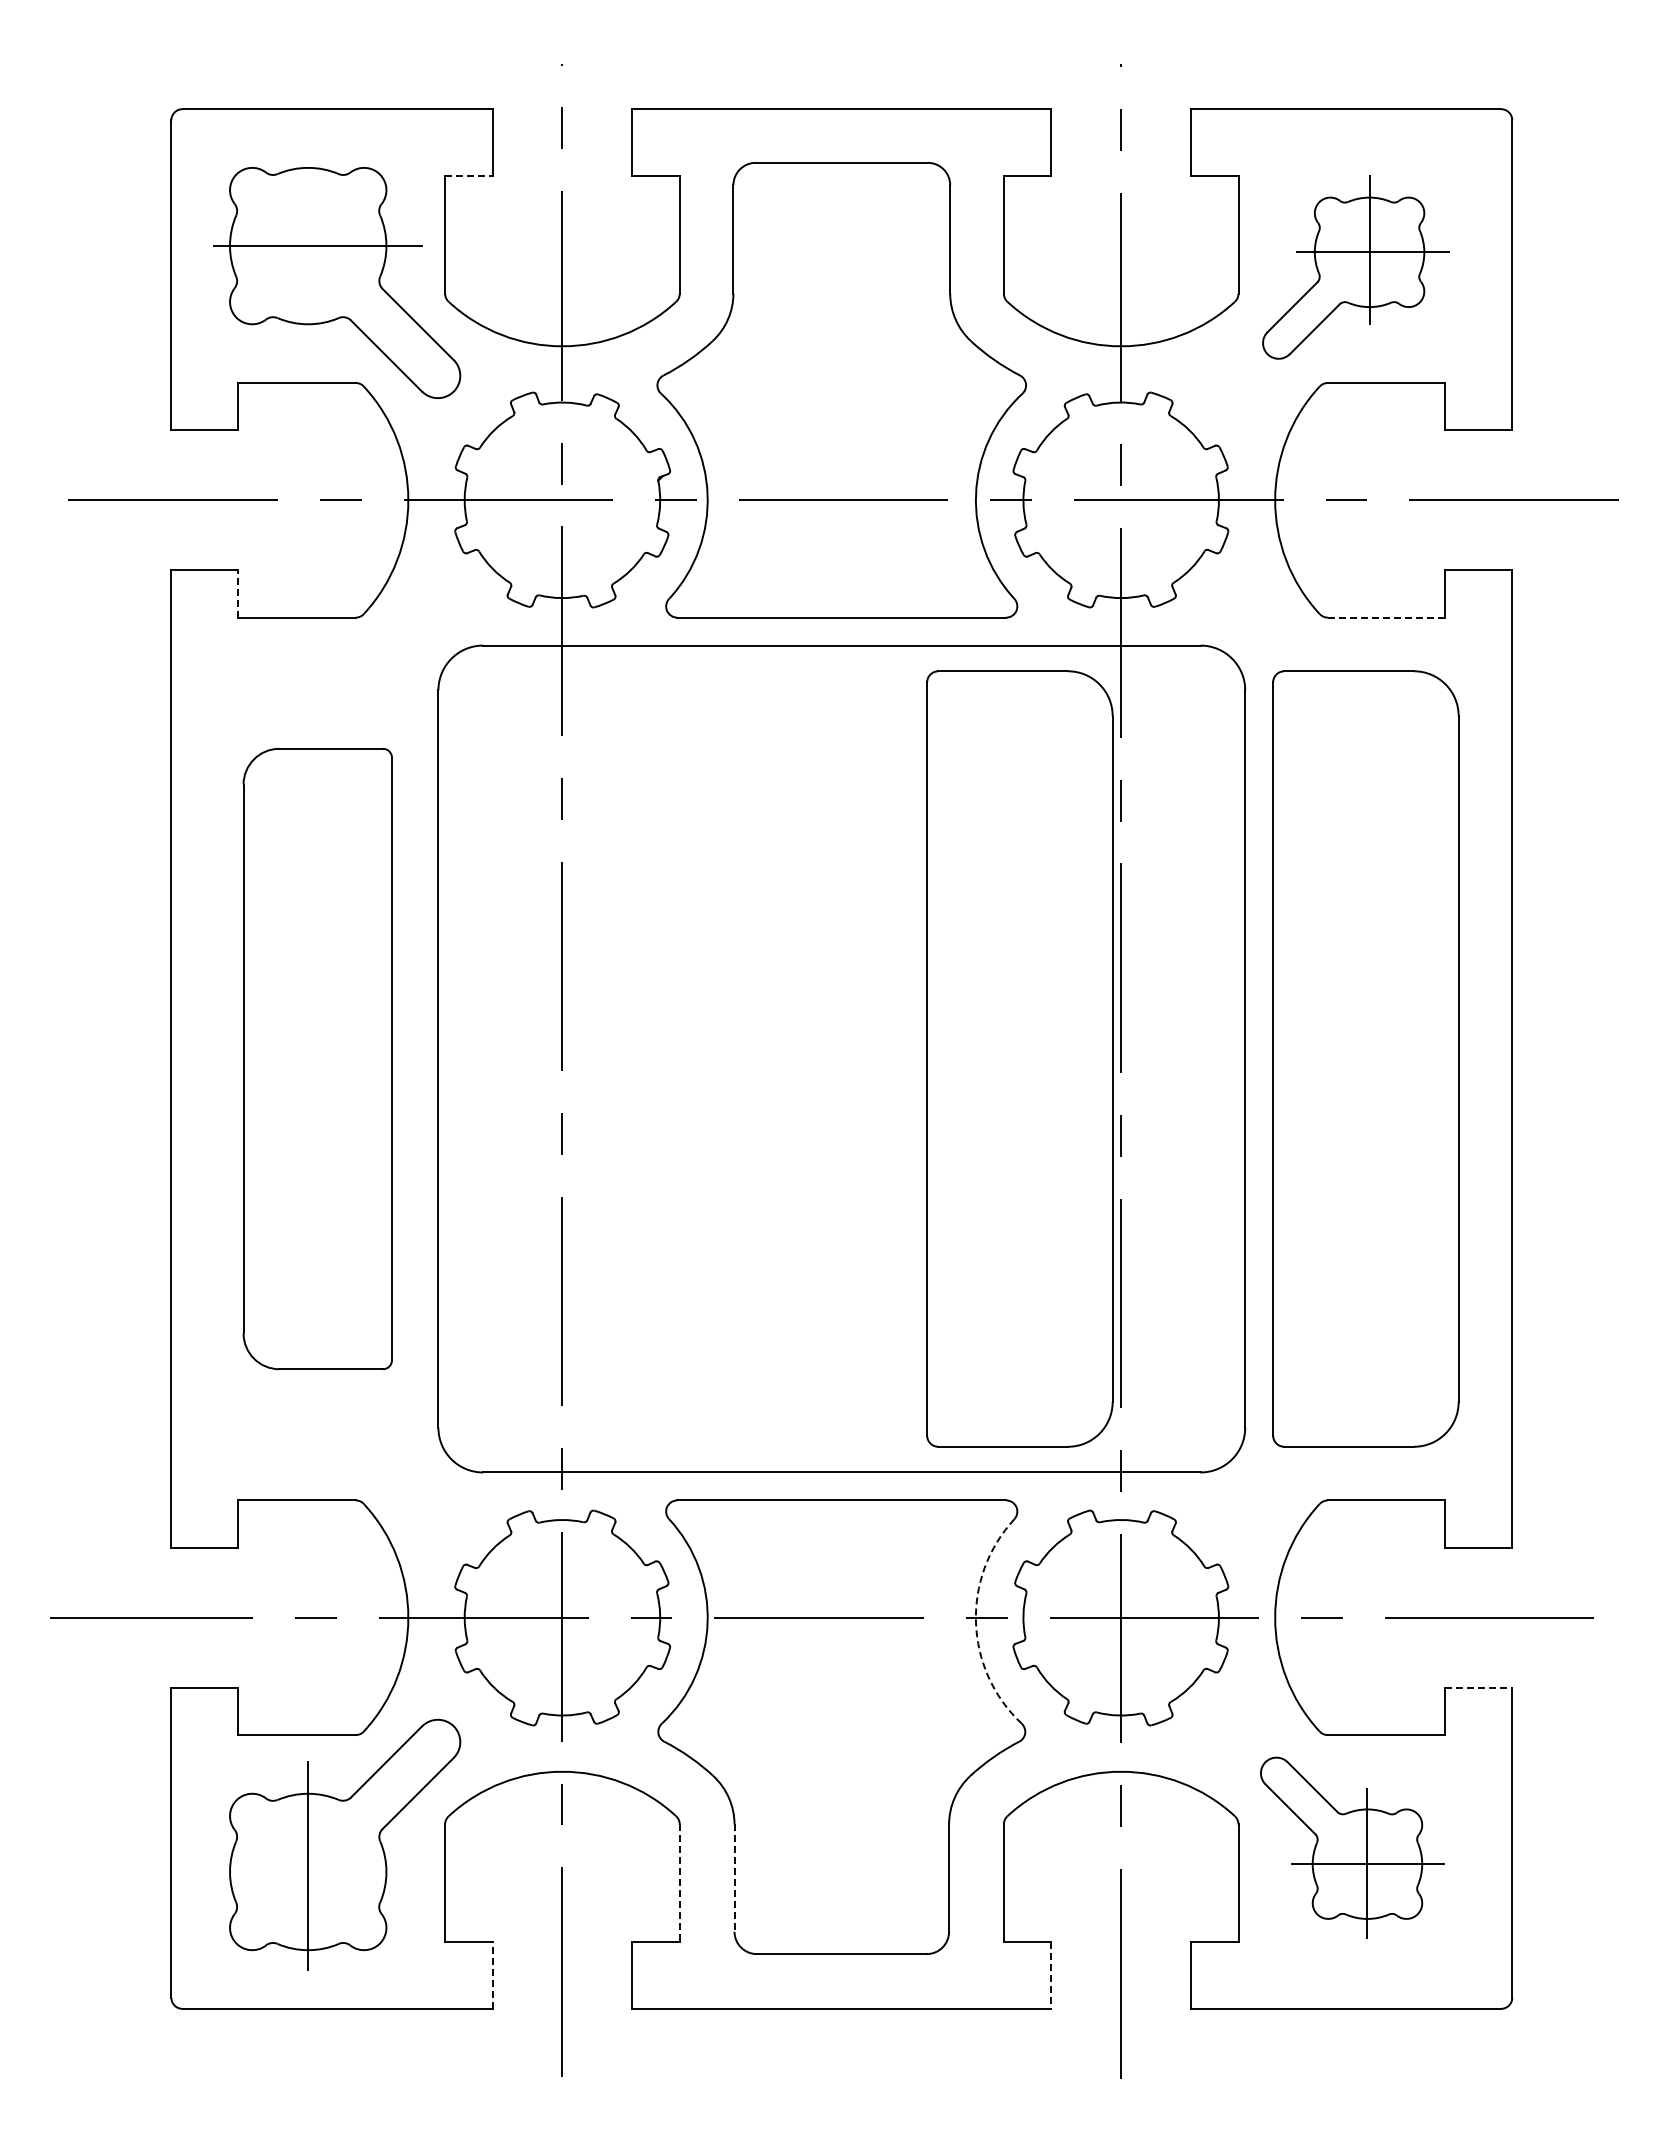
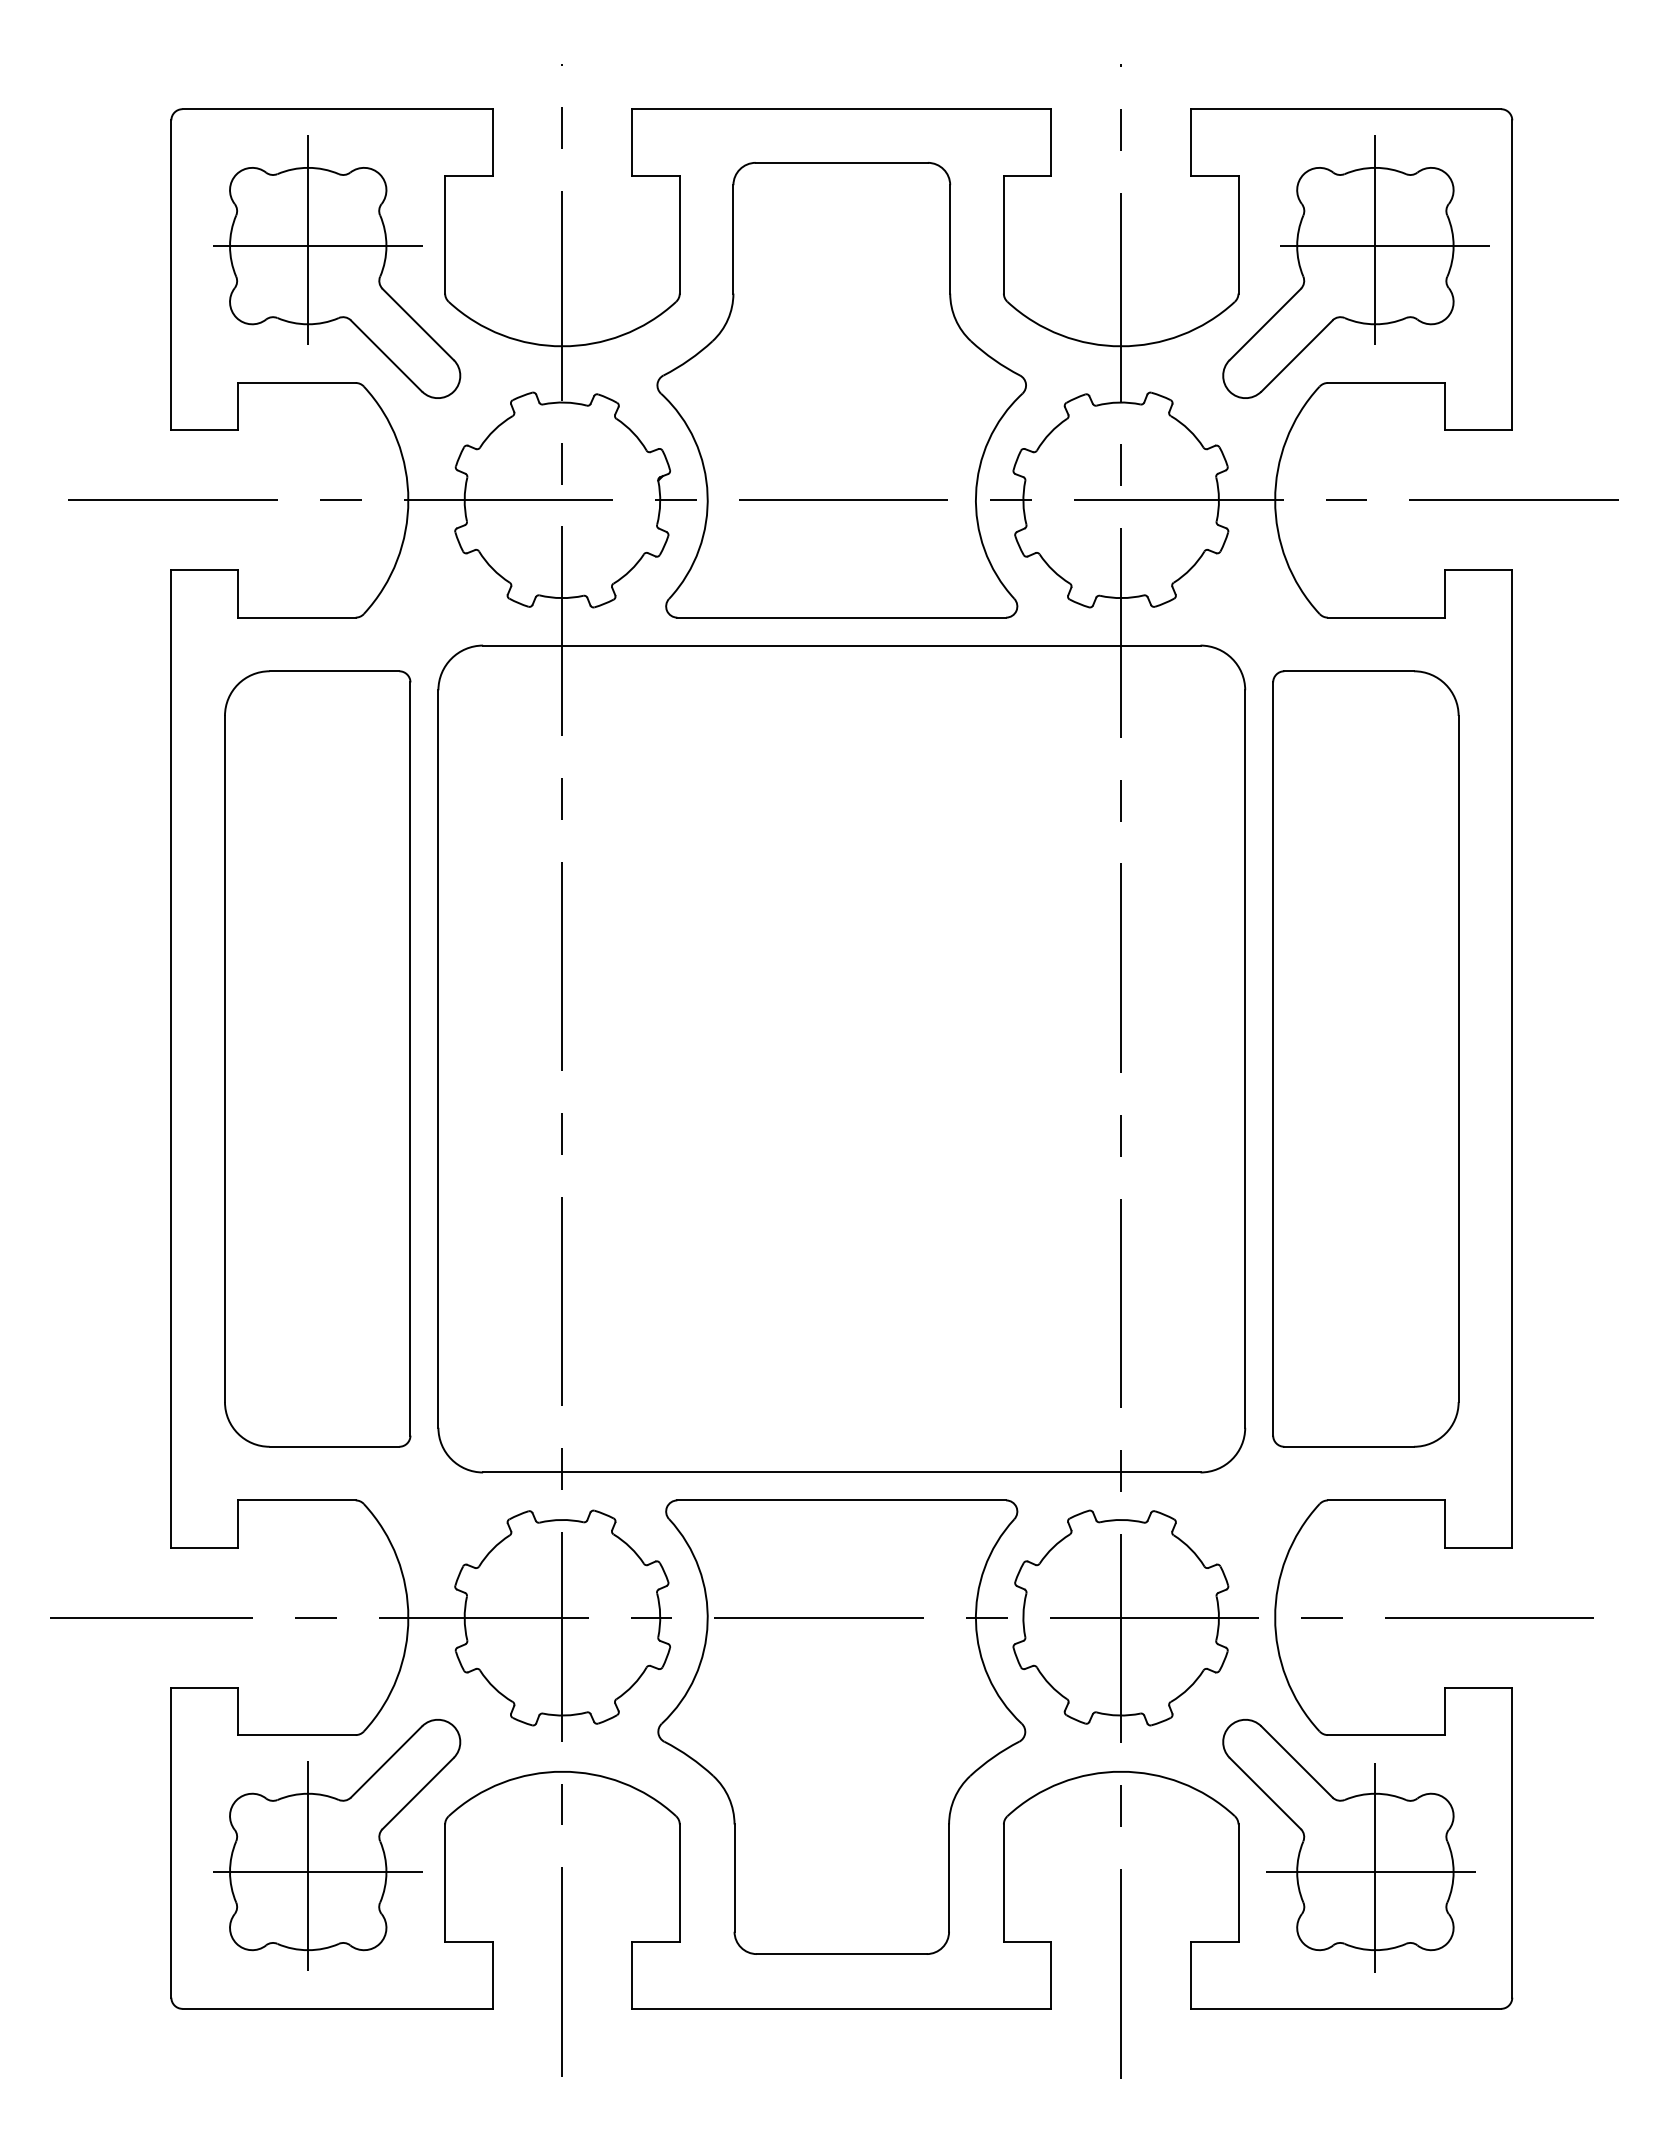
line at (468, 176): dashed -> solid
line at (308, 242): none -> present
part at (1355, 267) size: 188x185 px -> 268x264 px
line at (238, 593): dashed -> solid
line at (1386, 617): dashed -> solid
part at (1019, 1058): present -> none
part at (317, 1059) size: 151x623 px -> 188x778 px
arc at (976, 1622): dashed -> solid
line at (1478, 1687): dashed -> solid
part at (1351, 1847) size: 184x183 px -> 254x254 px
line at (312, 1871): none -> present
line at (734, 1878): dashed -> solid
line at (679, 1883): dashed -> solid
line at (492, 1975): dashed -> solid
line at (1051, 1975): dashed -> solid
